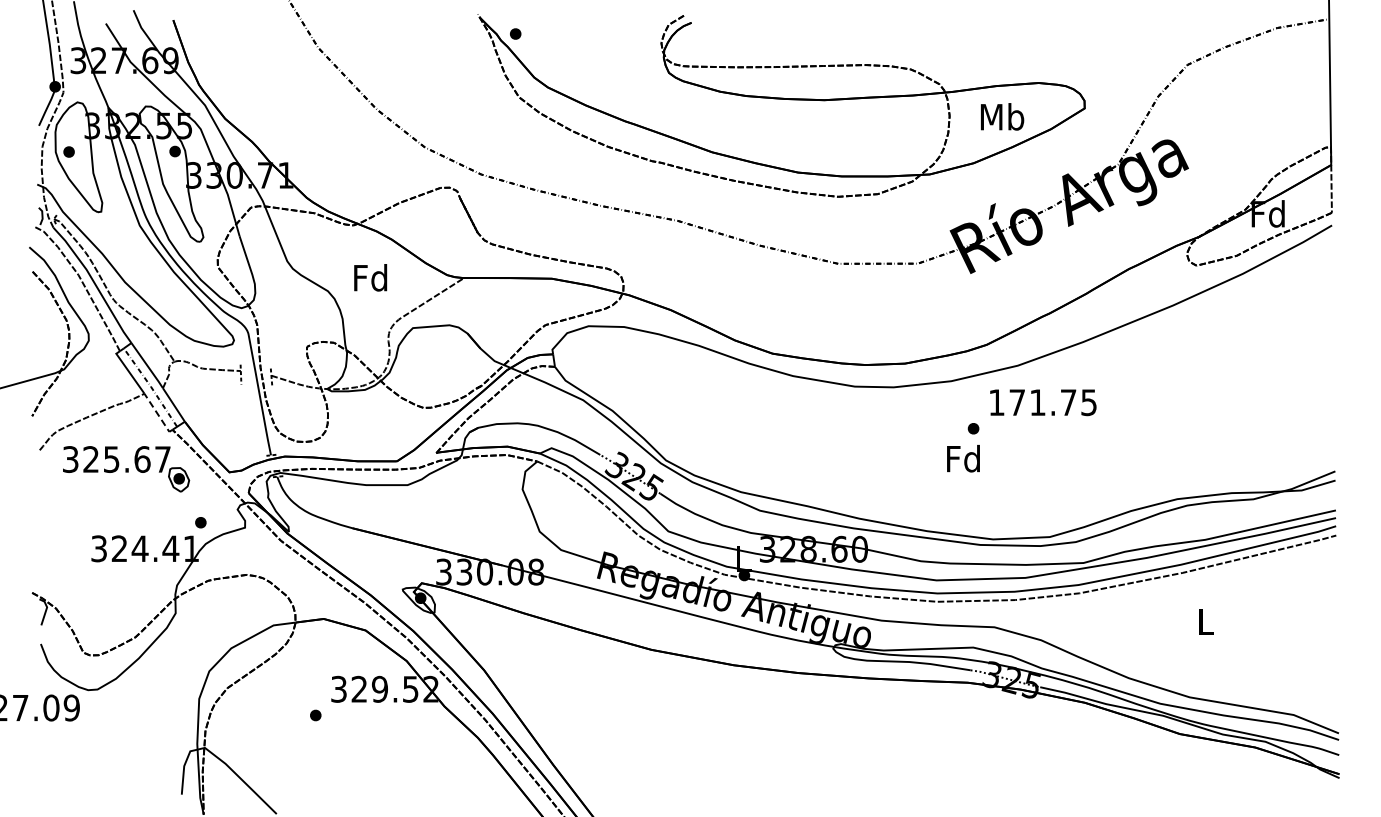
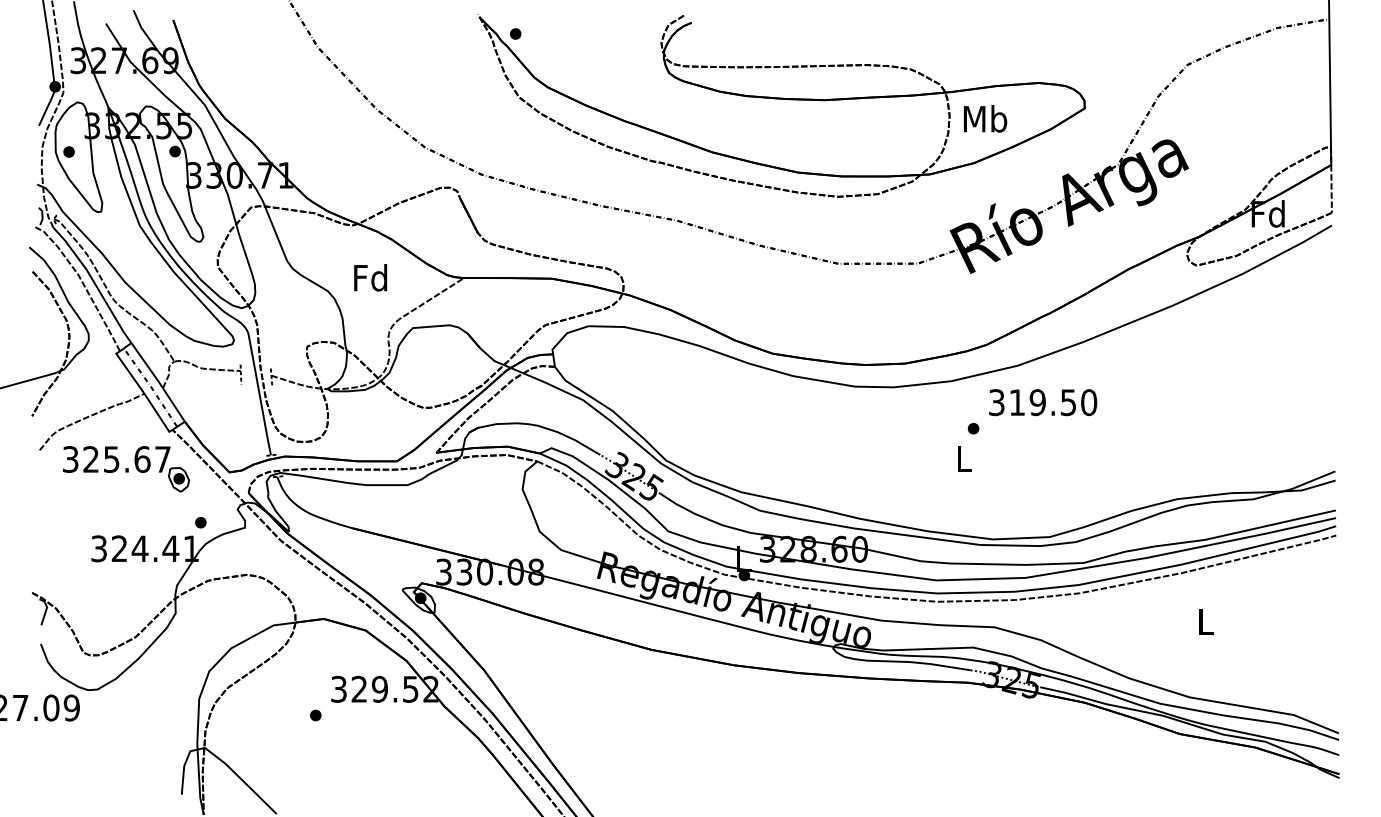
text at (1002, 116) position: (1002, 116) -> (985, 118)
text at (1043, 402): 171.75 -> 319.50
line at (158, 414): dashed -> solid
text at (963, 458): Fd -> L
